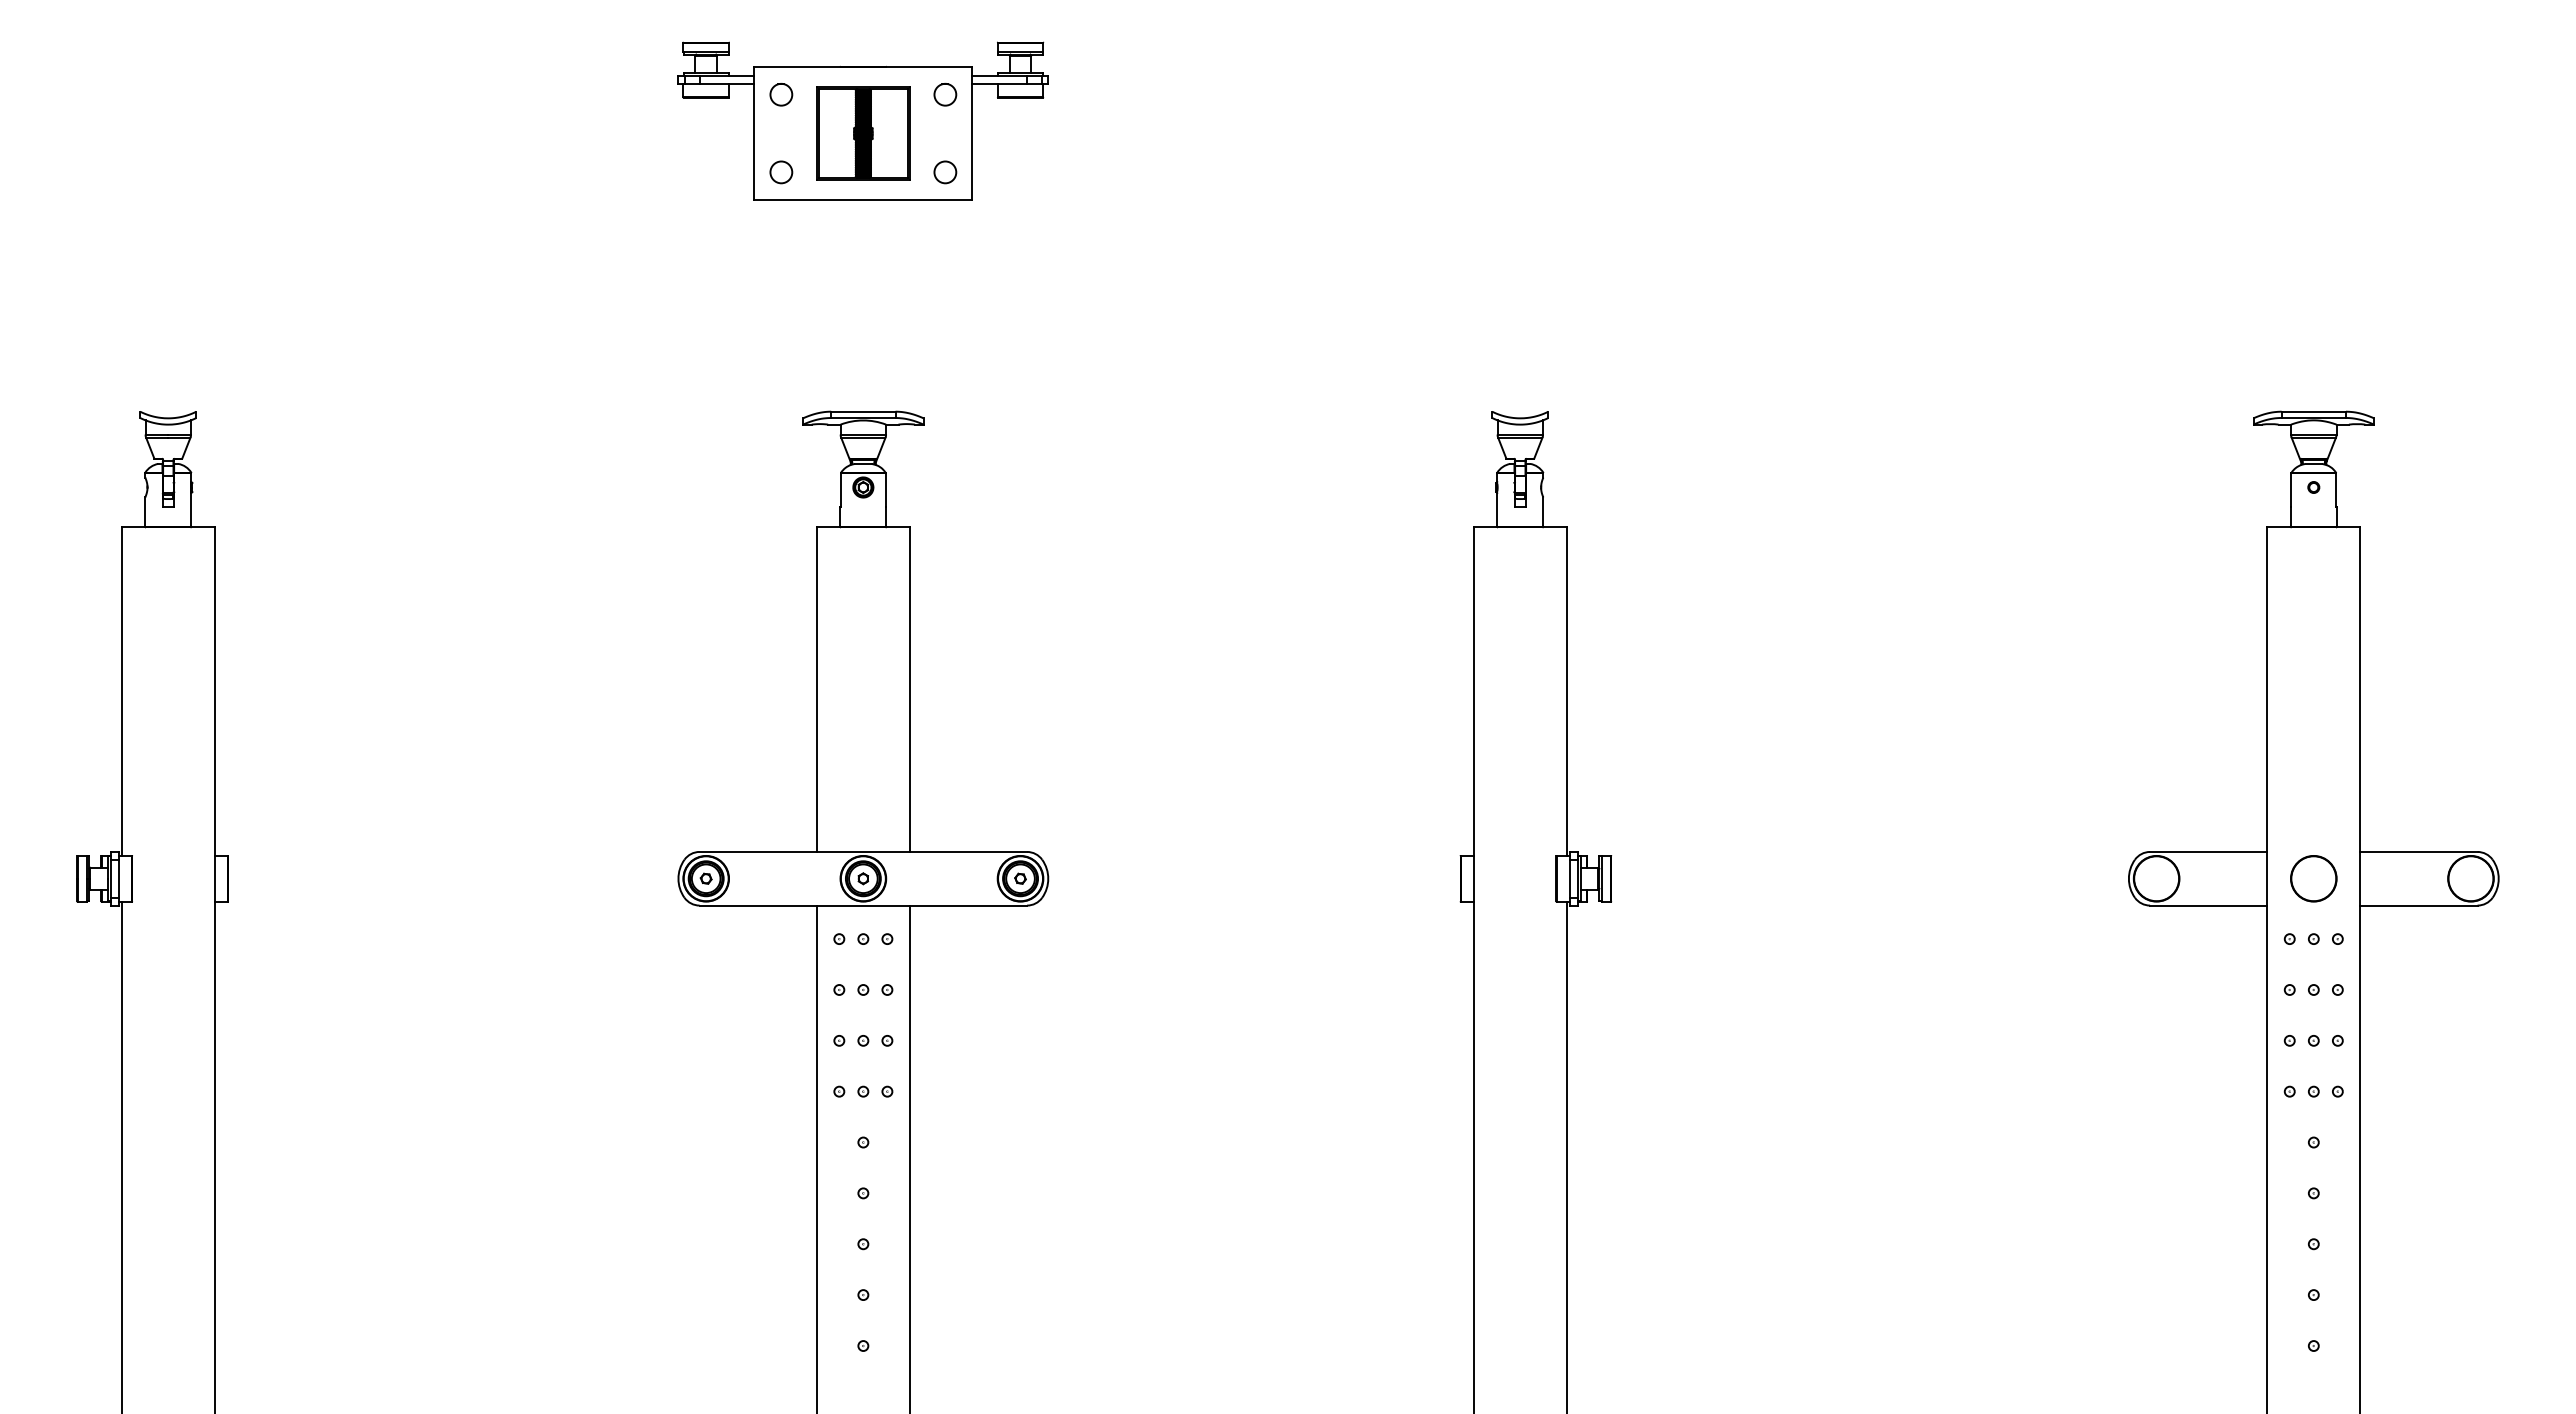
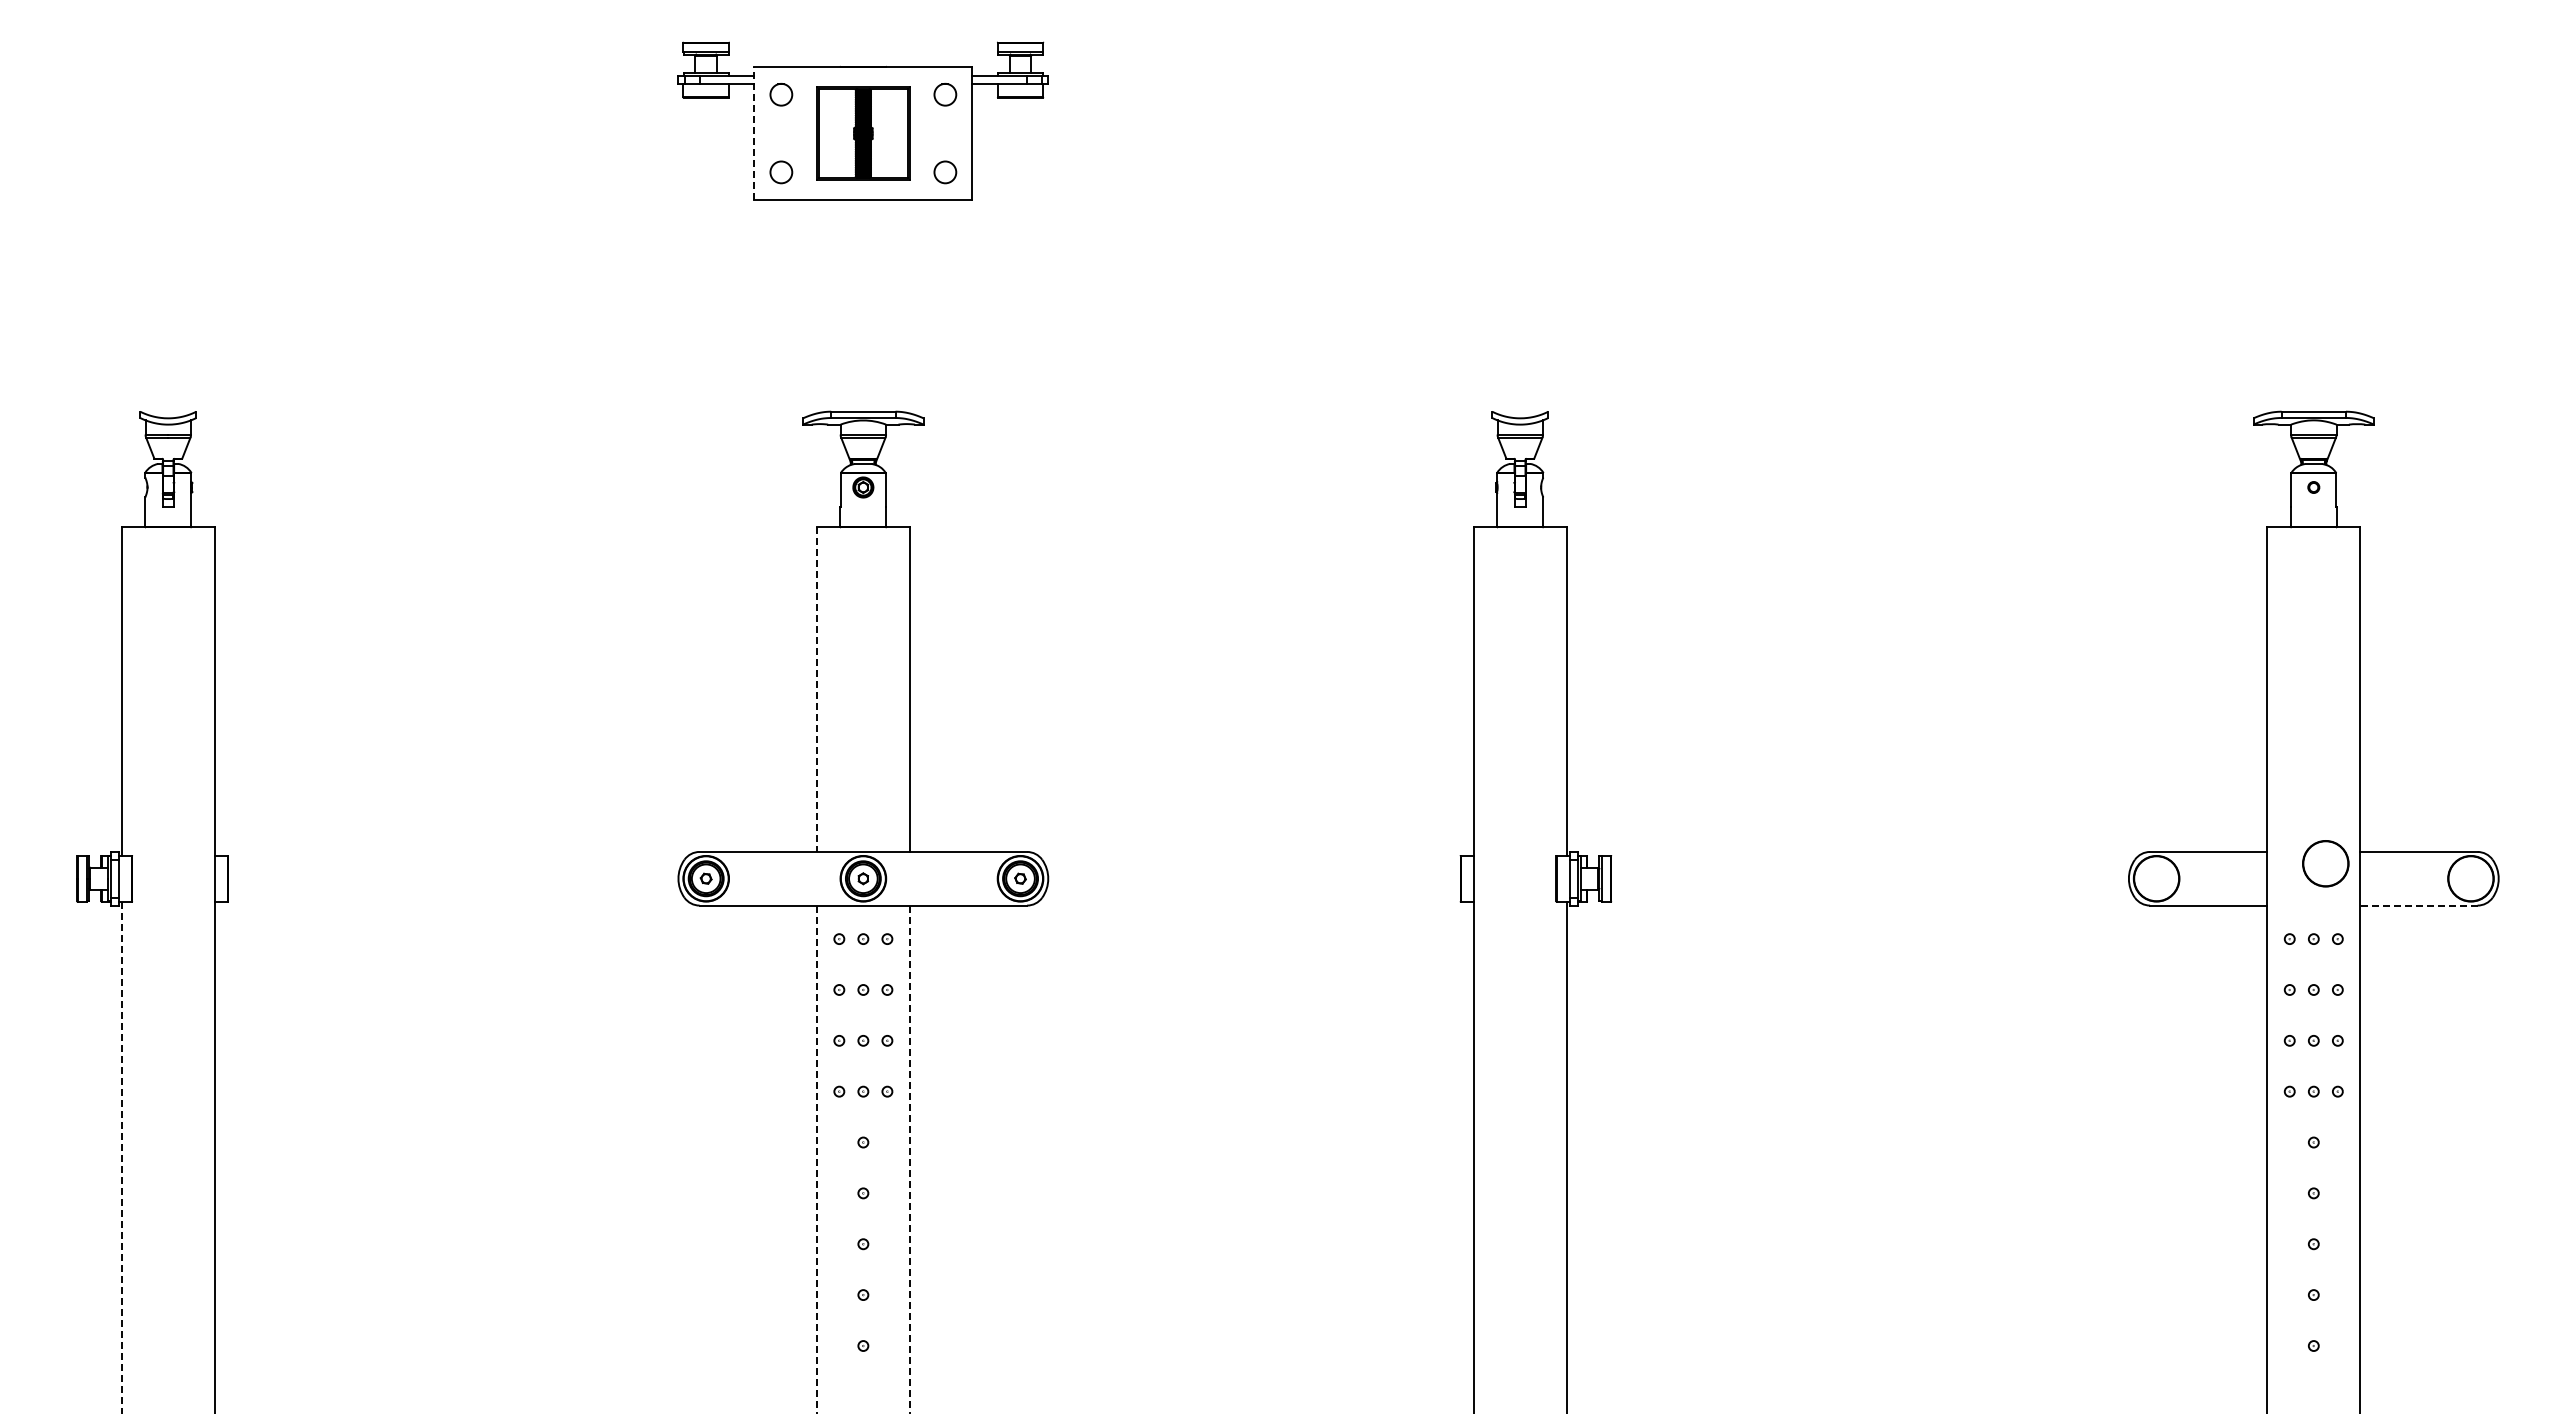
line at (754, 133): solid -> dashed
line at (816, 690): solid -> dashed
circle at (2313, 878) position: (2313, 878) -> (2325, 863)
line at (2418, 905): solid -> dashed
line at (121, 1157): solid -> dashed
line at (816, 1159): solid -> dashed
line at (909, 1159): solid -> dashed
